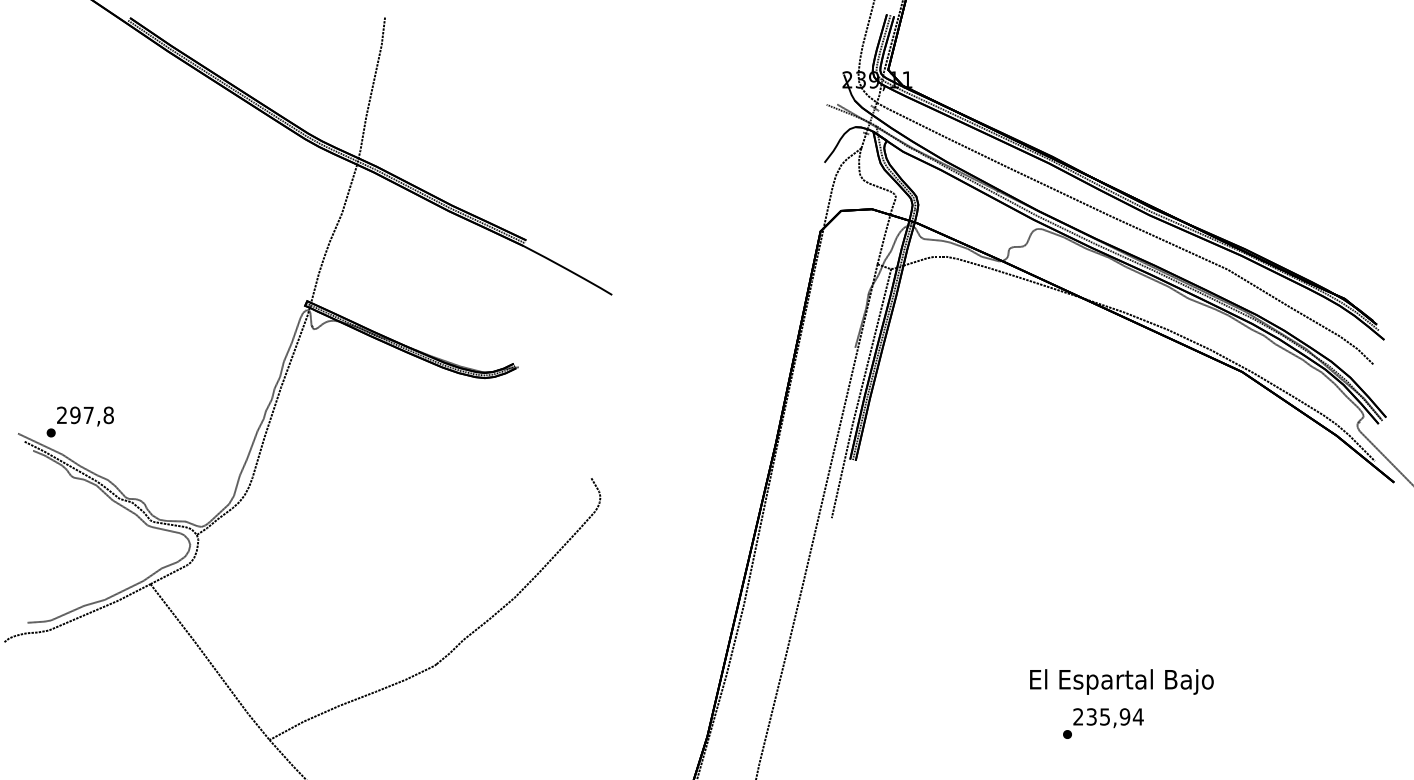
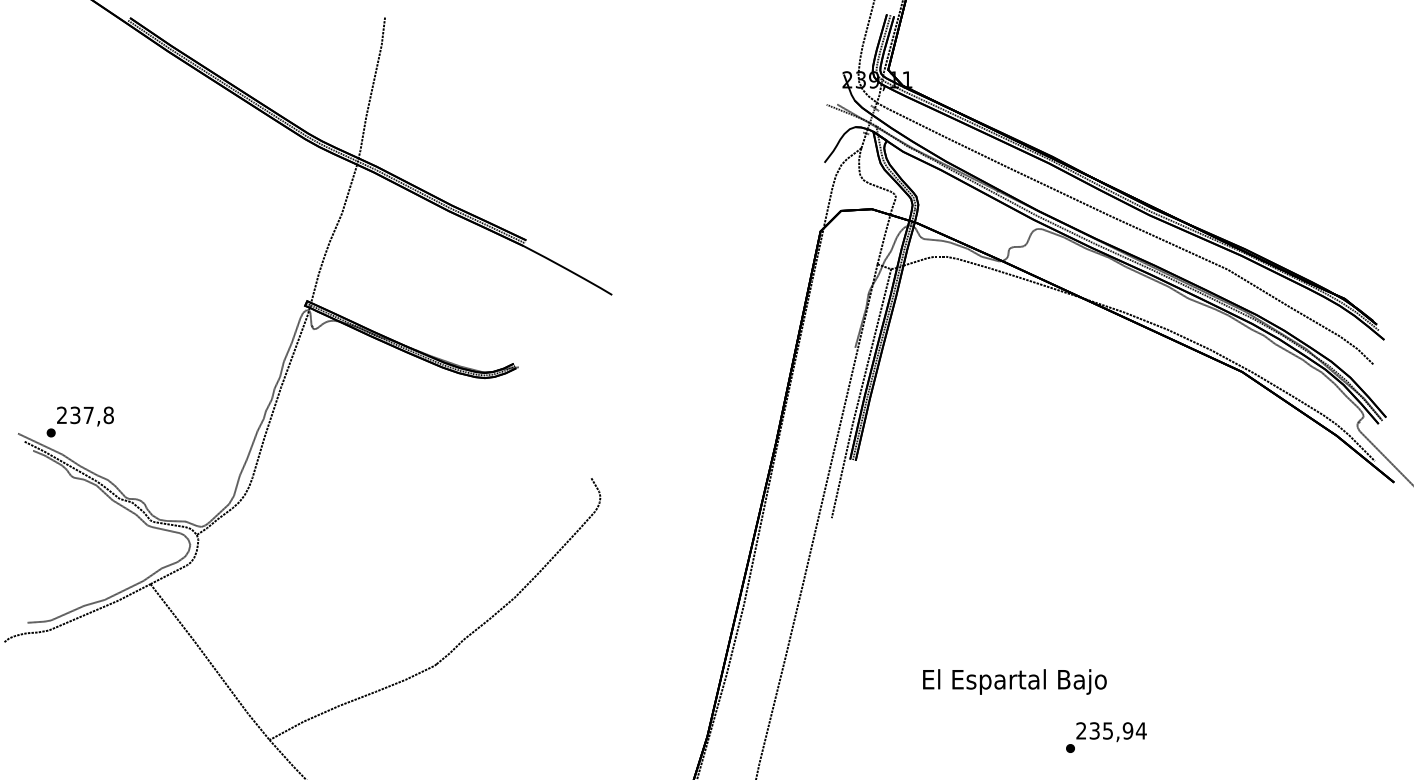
text at (75, 414): 297,8 -> 237,8
text at (1121, 681) position: (1121, 681) -> (1014, 681)
text at (1103, 723) position: (1103, 723) -> (1106, 737)
